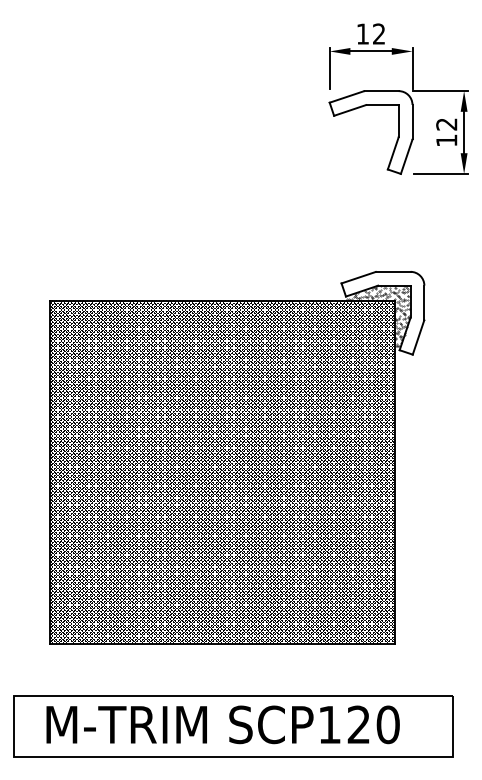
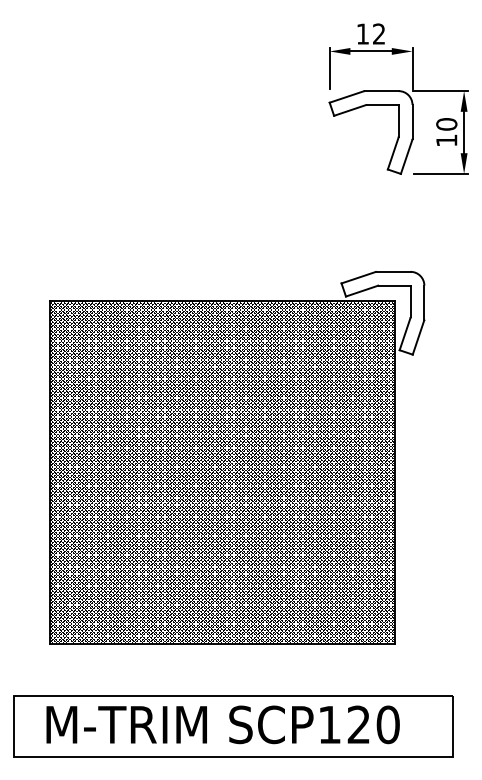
text at (446, 124): 12 -> 10
hatch at (378, 315): present -> none
